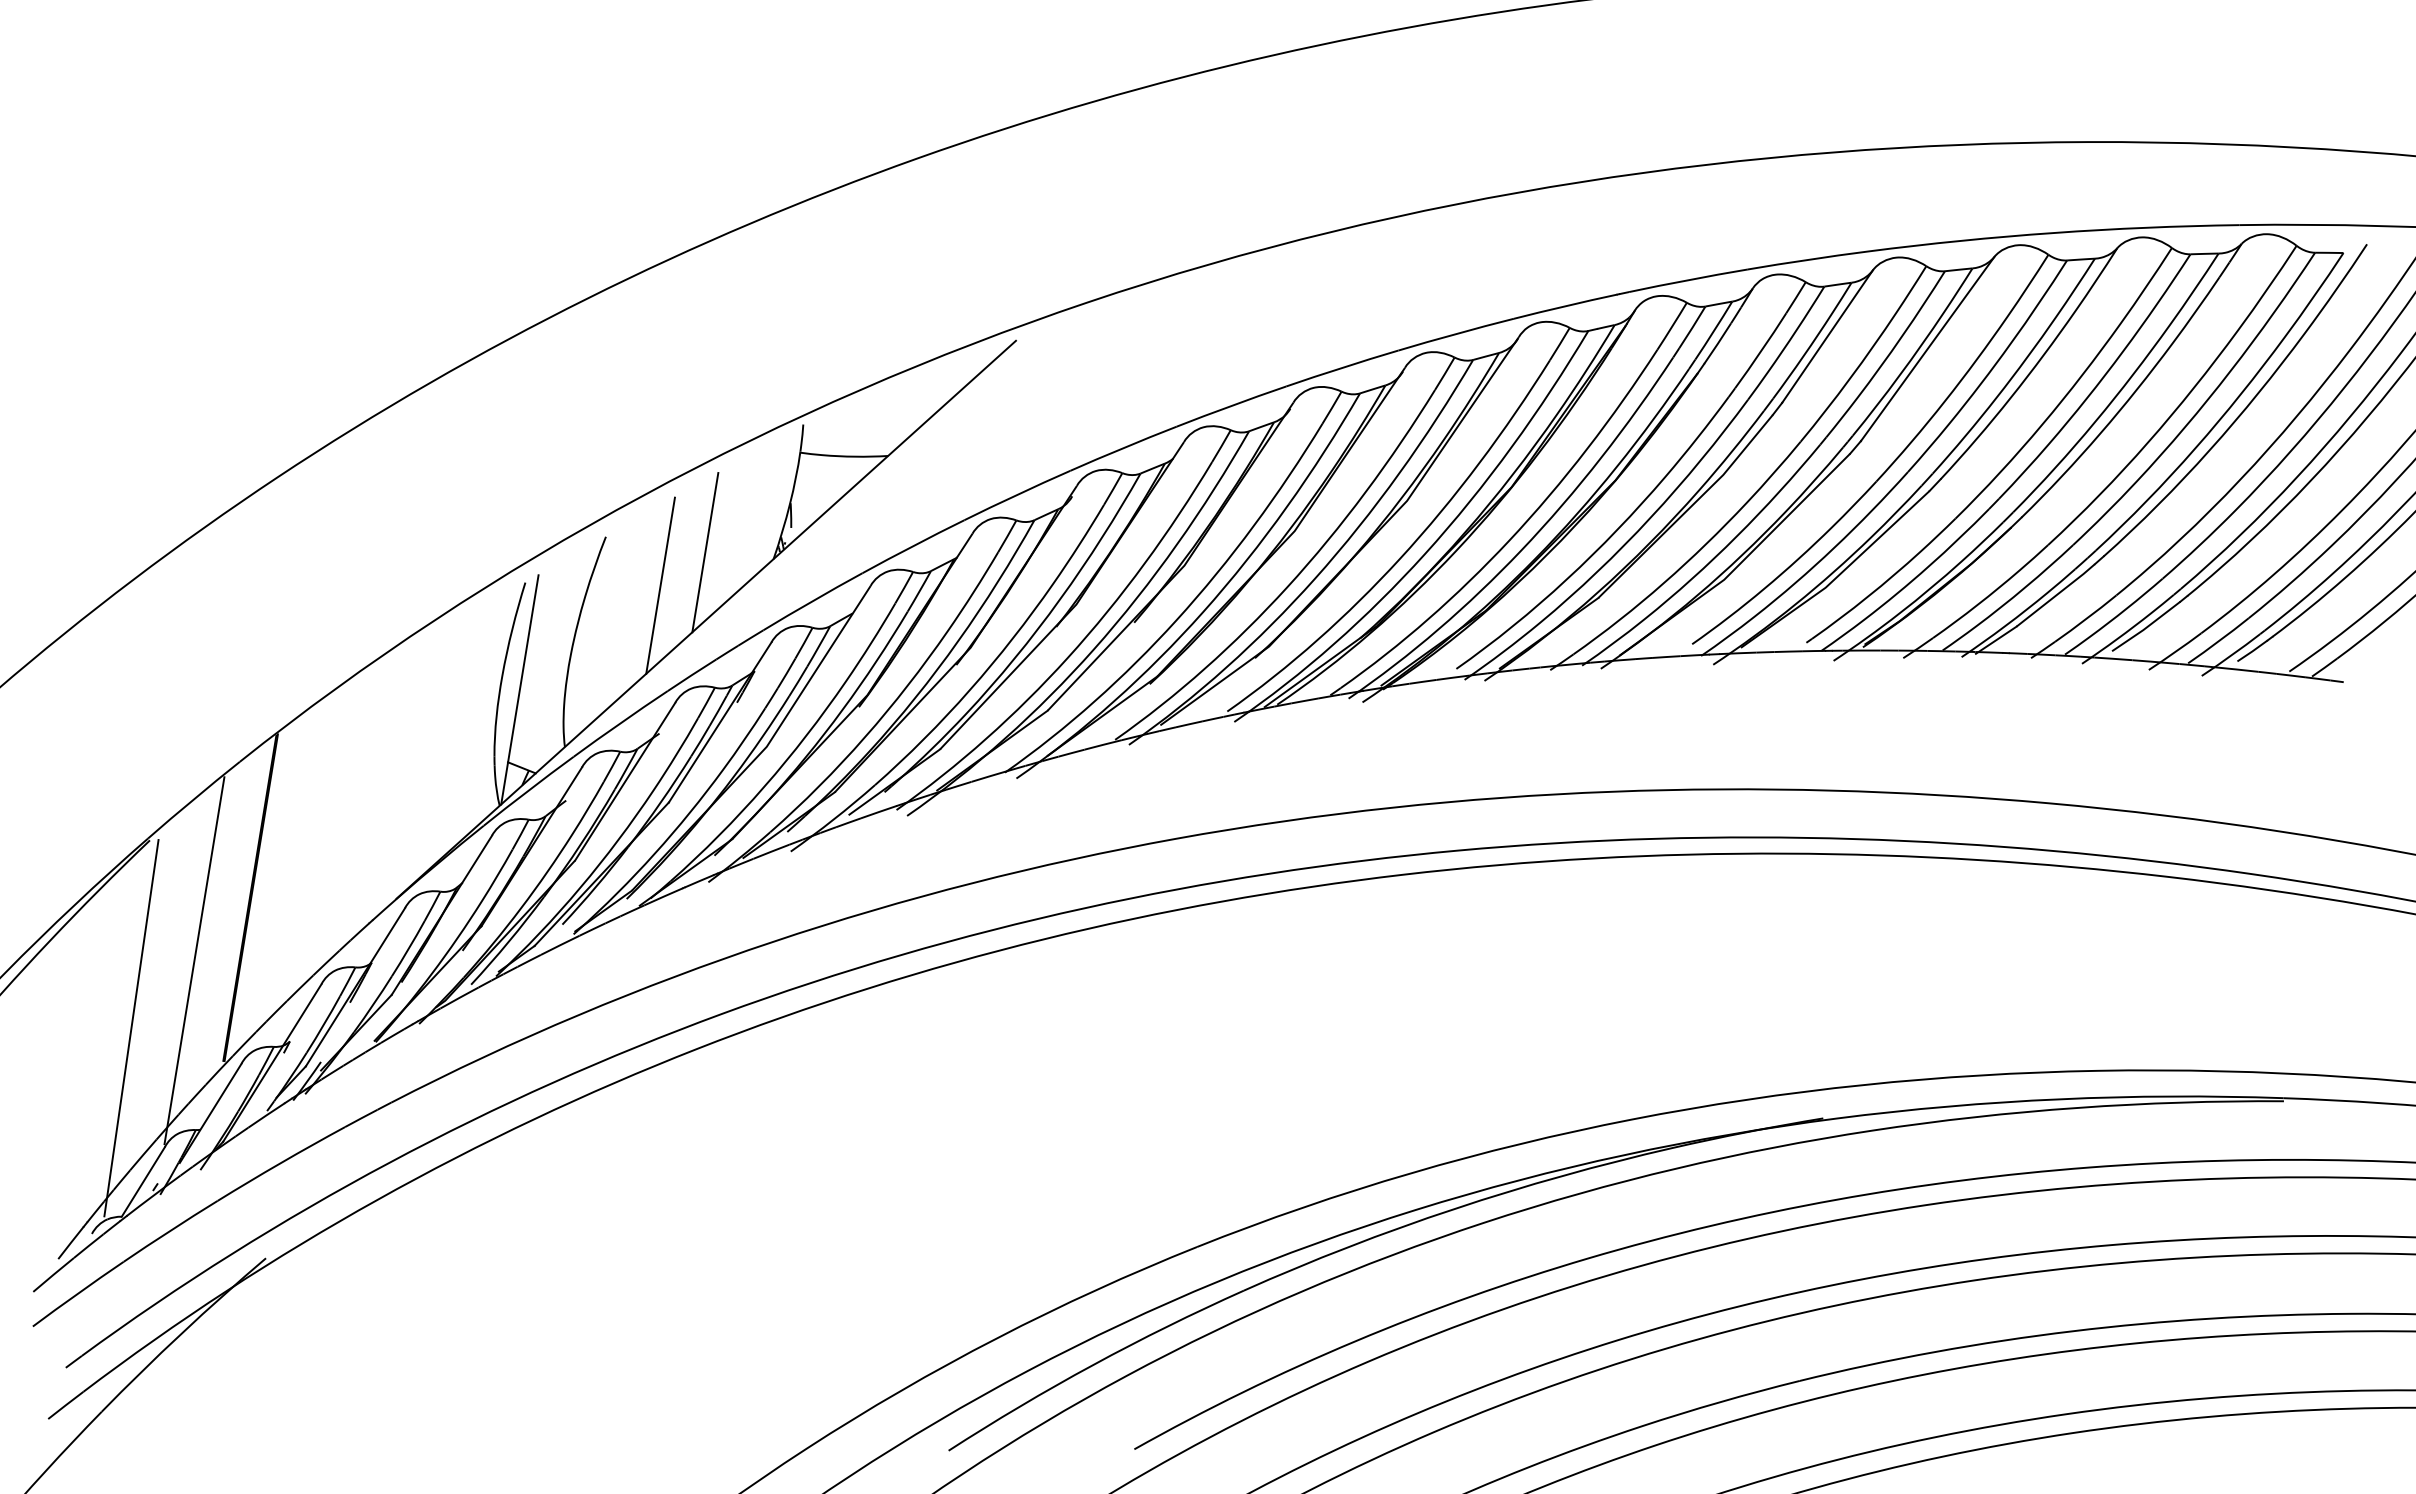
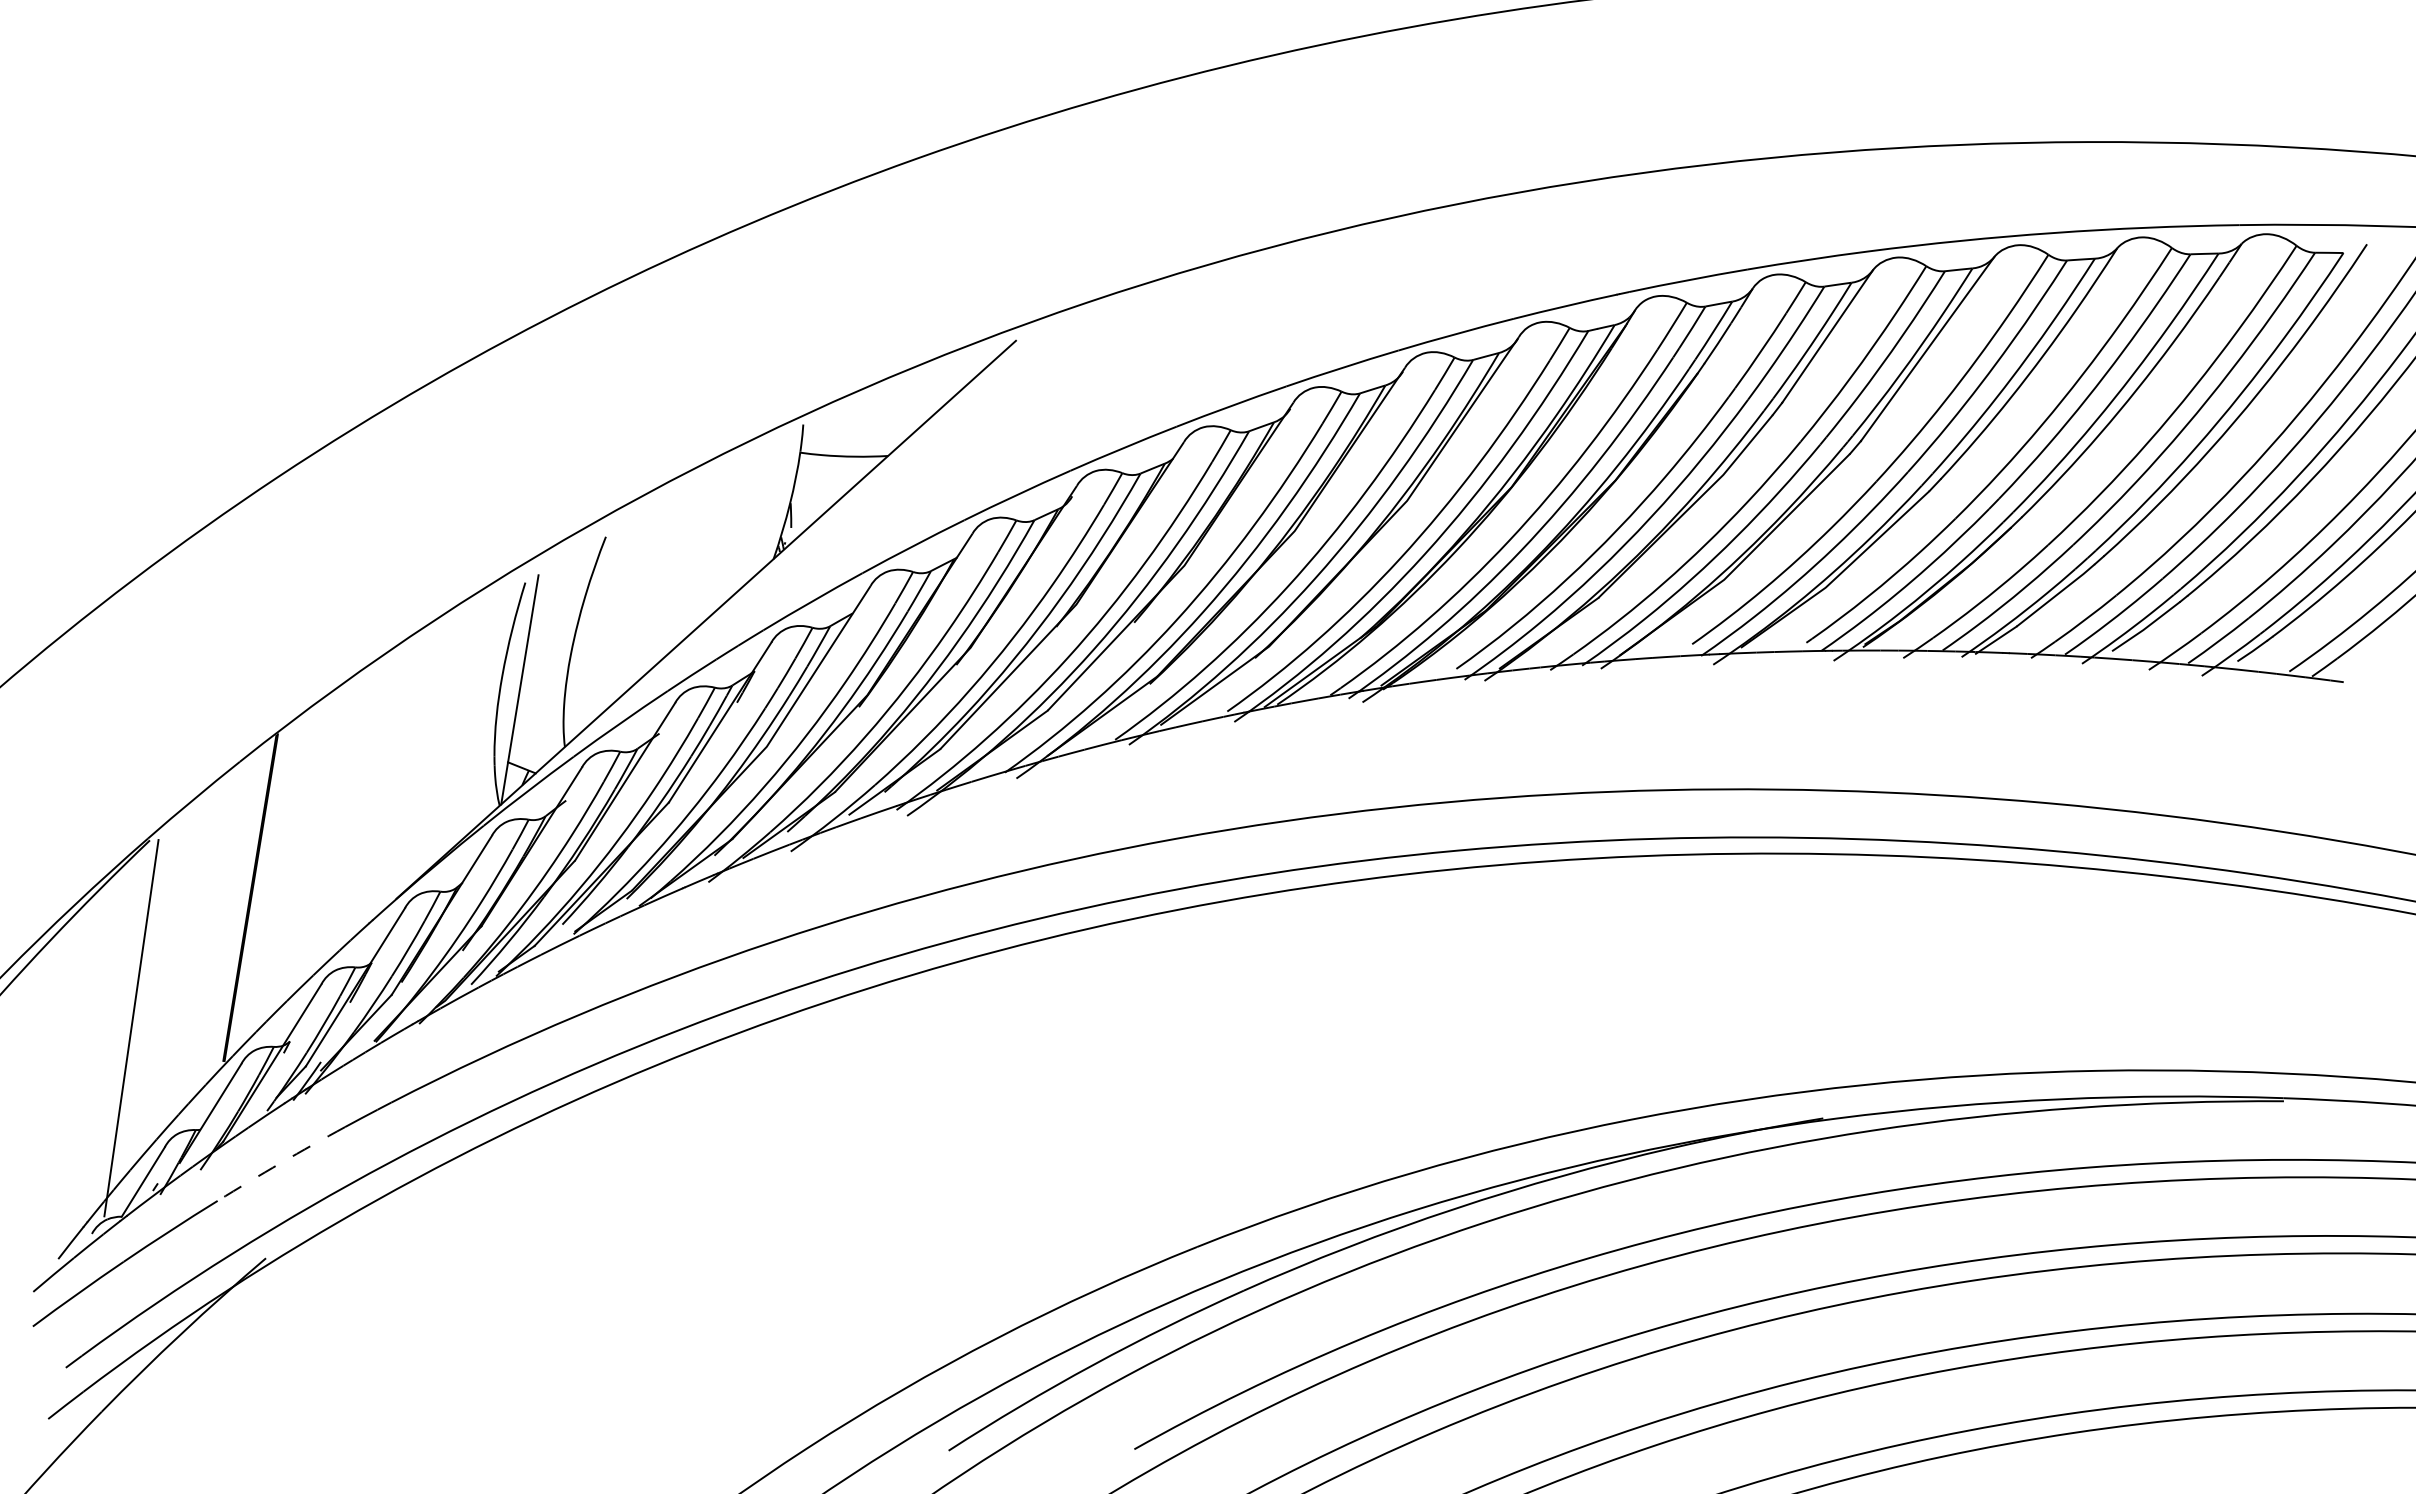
line at (705, 552): present -> none
line at (660, 585): present -> none
line at (194, 960): present -> none
arc at (280, 1163): solid -> dashed
